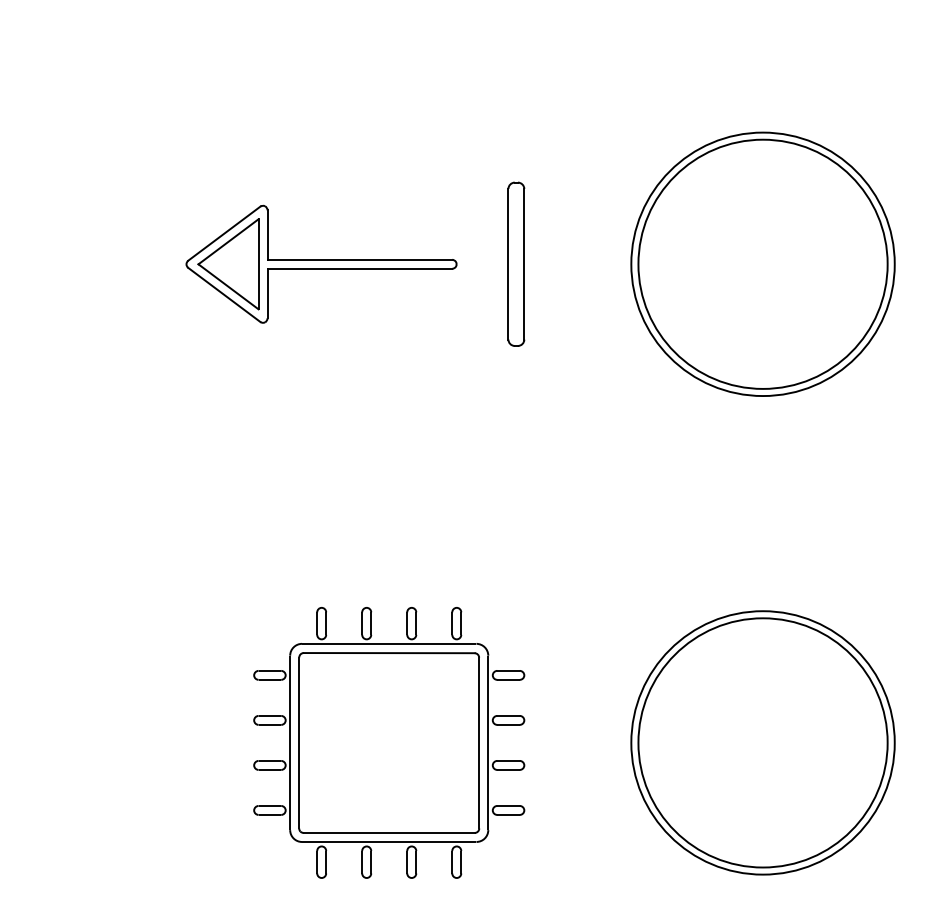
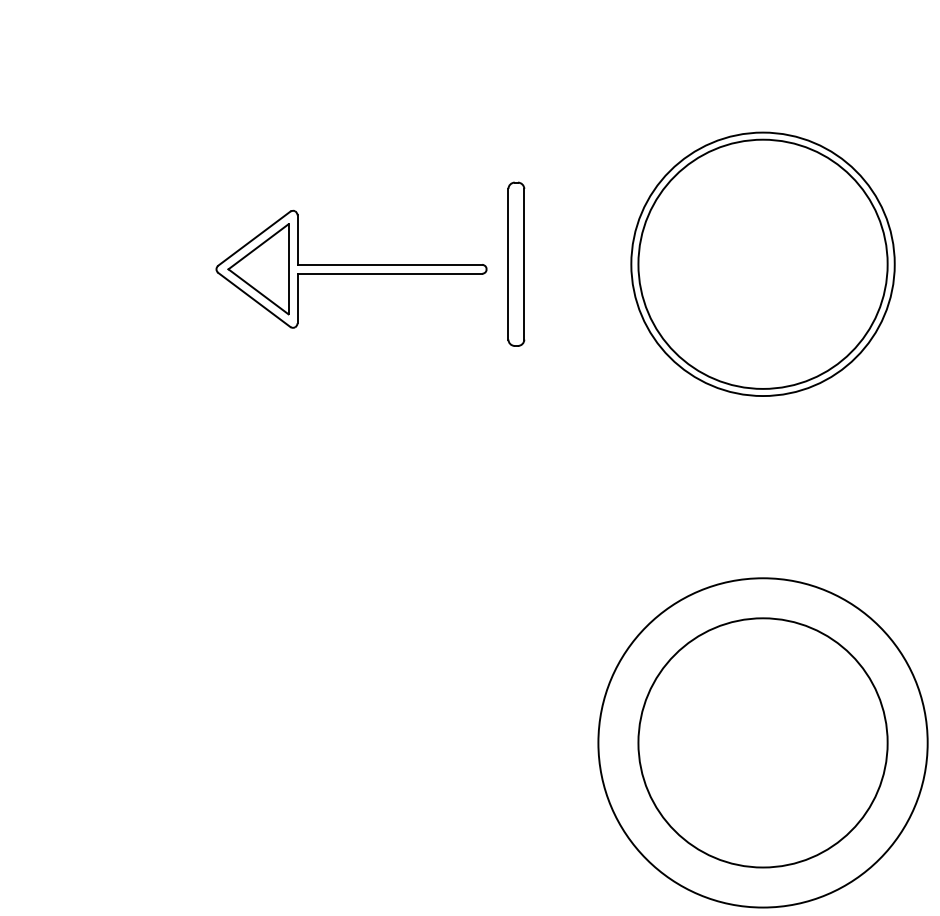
part at (321, 263) position: (321, 263) -> (351, 268)
part at (389, 742): present -> none
circle at (762, 742) diameter: 263 px -> 329 px
